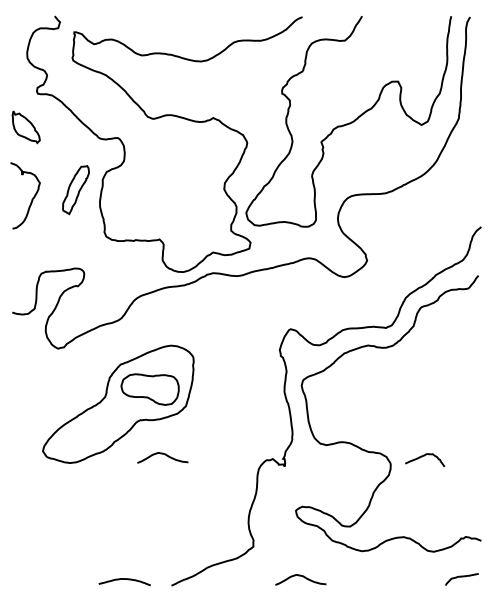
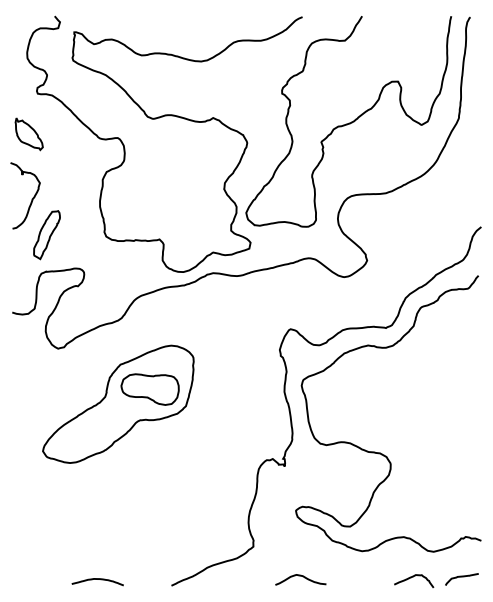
part at (25, 127) position: (25, 127) -> (28, 134)
part at (75, 190) position: (75, 190) -> (46, 235)
curve at (162, 454): present -> none
curve at (424, 456) position: (424, 456) -> (413, 577)
curve at (124, 579) position: (124, 579) -> (97, 579)
